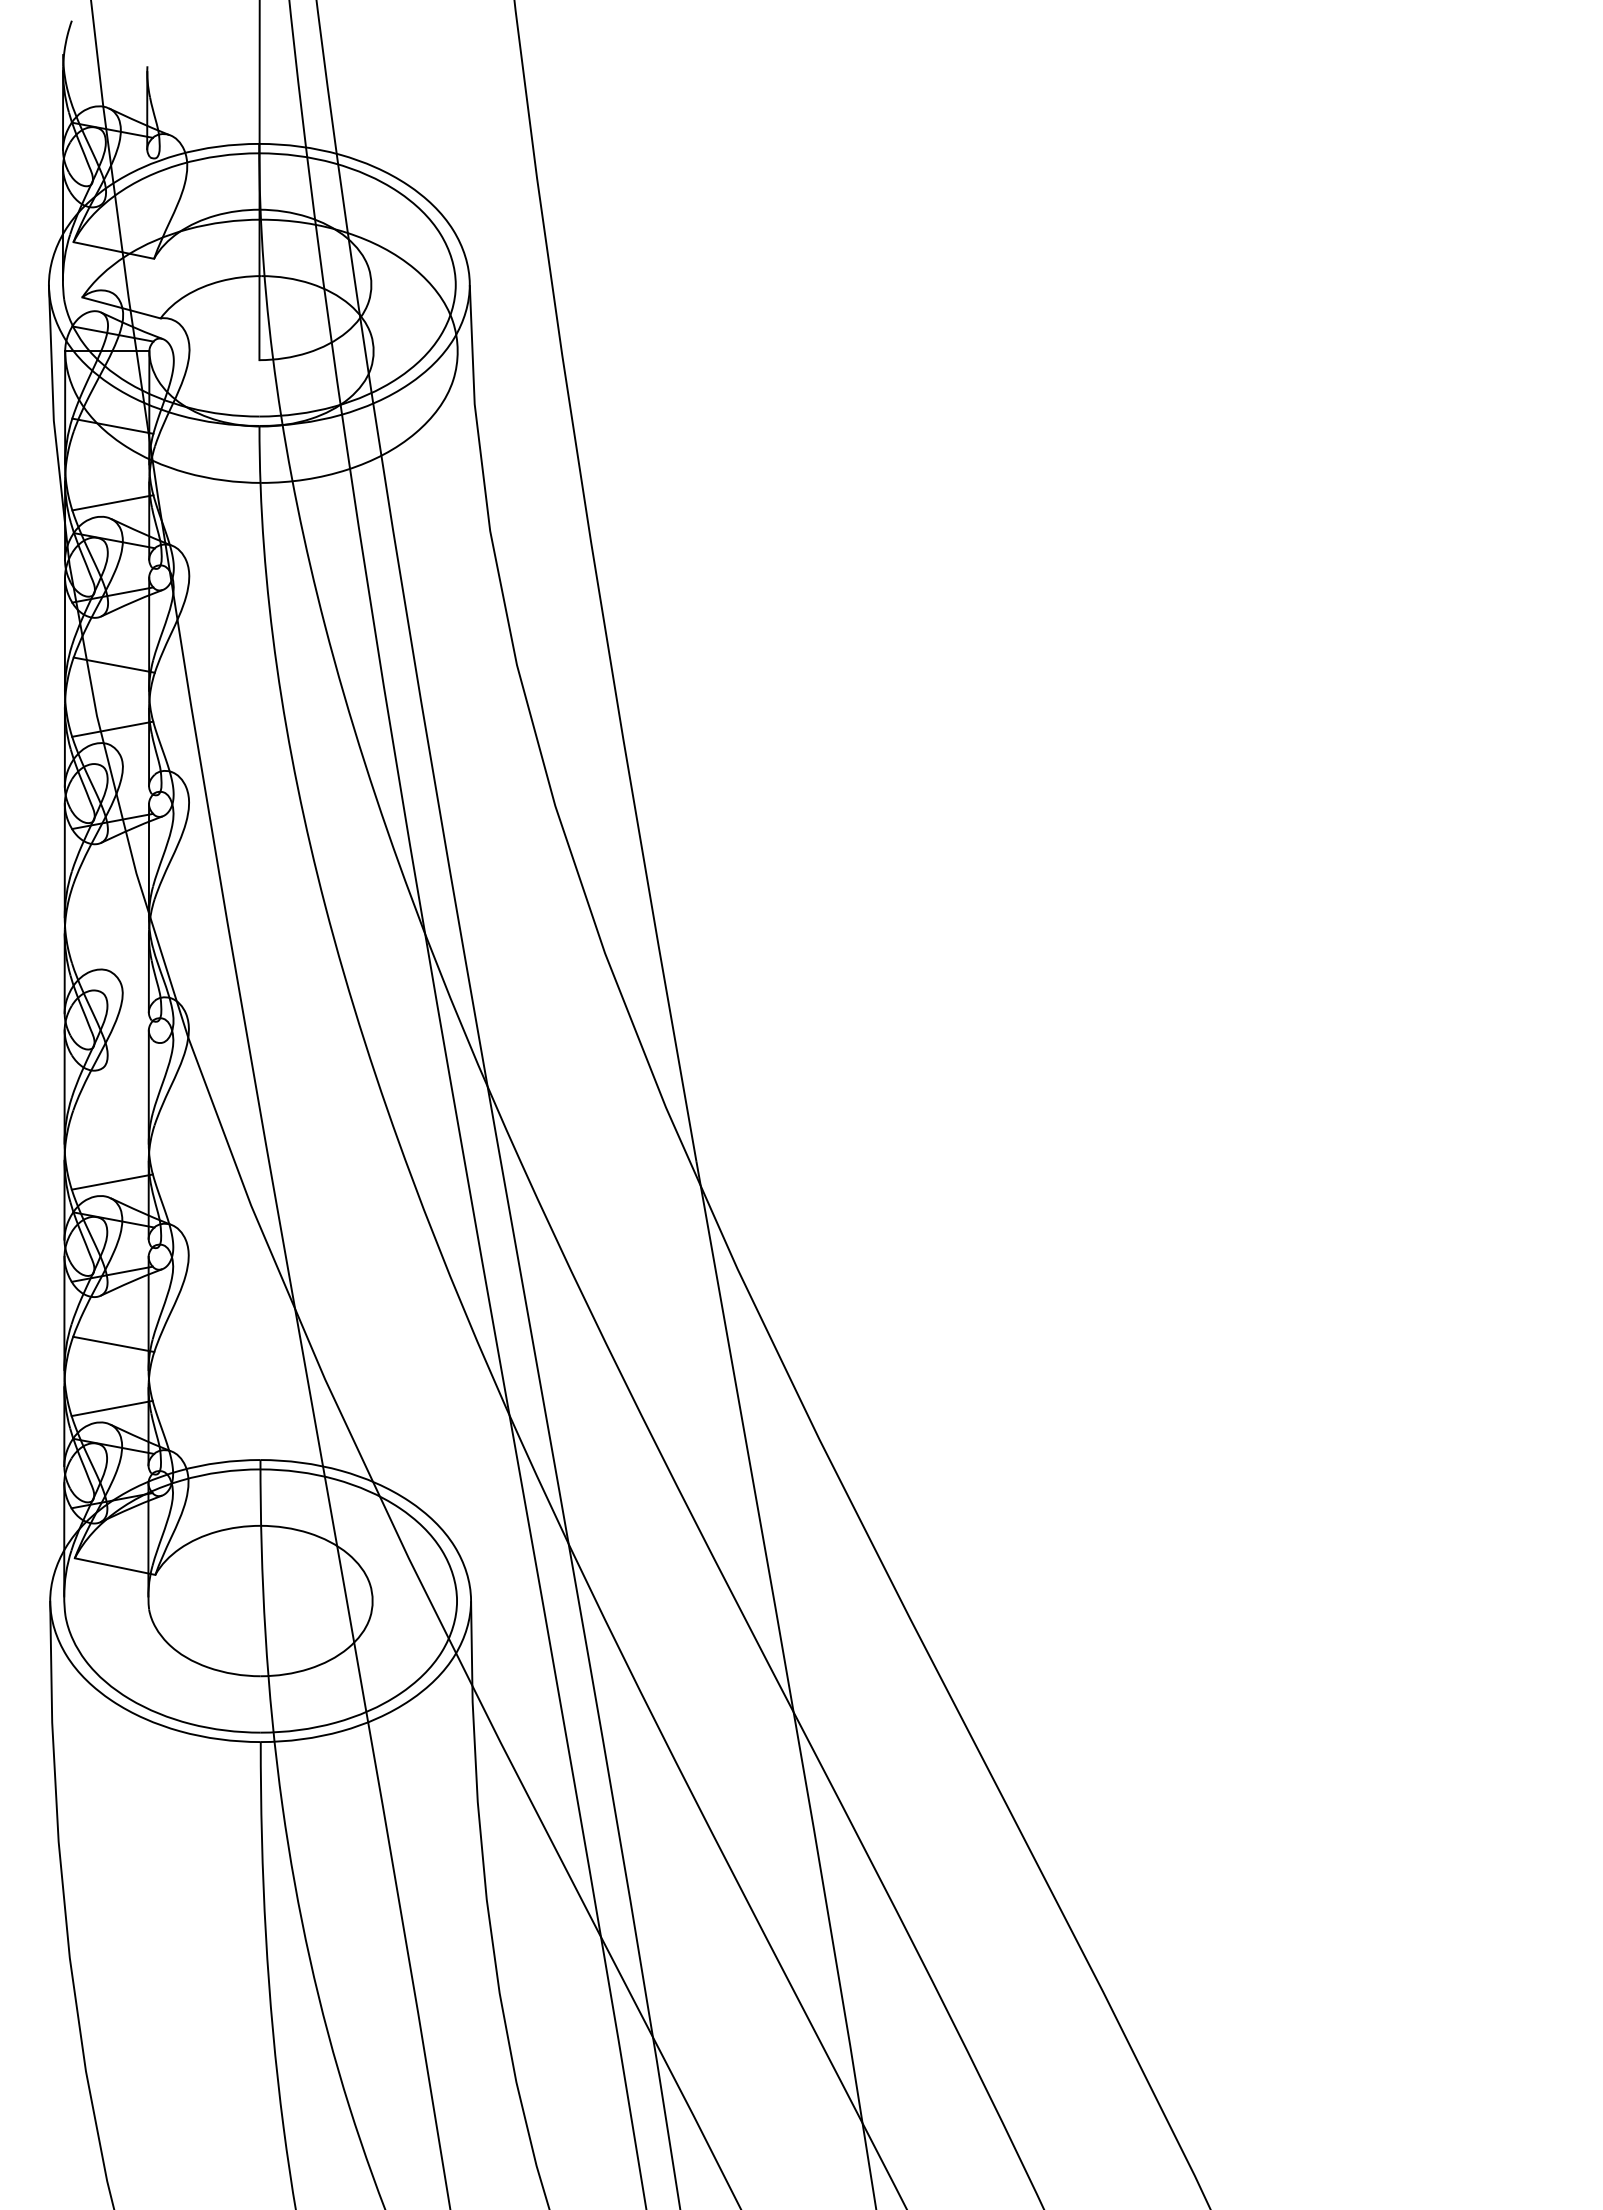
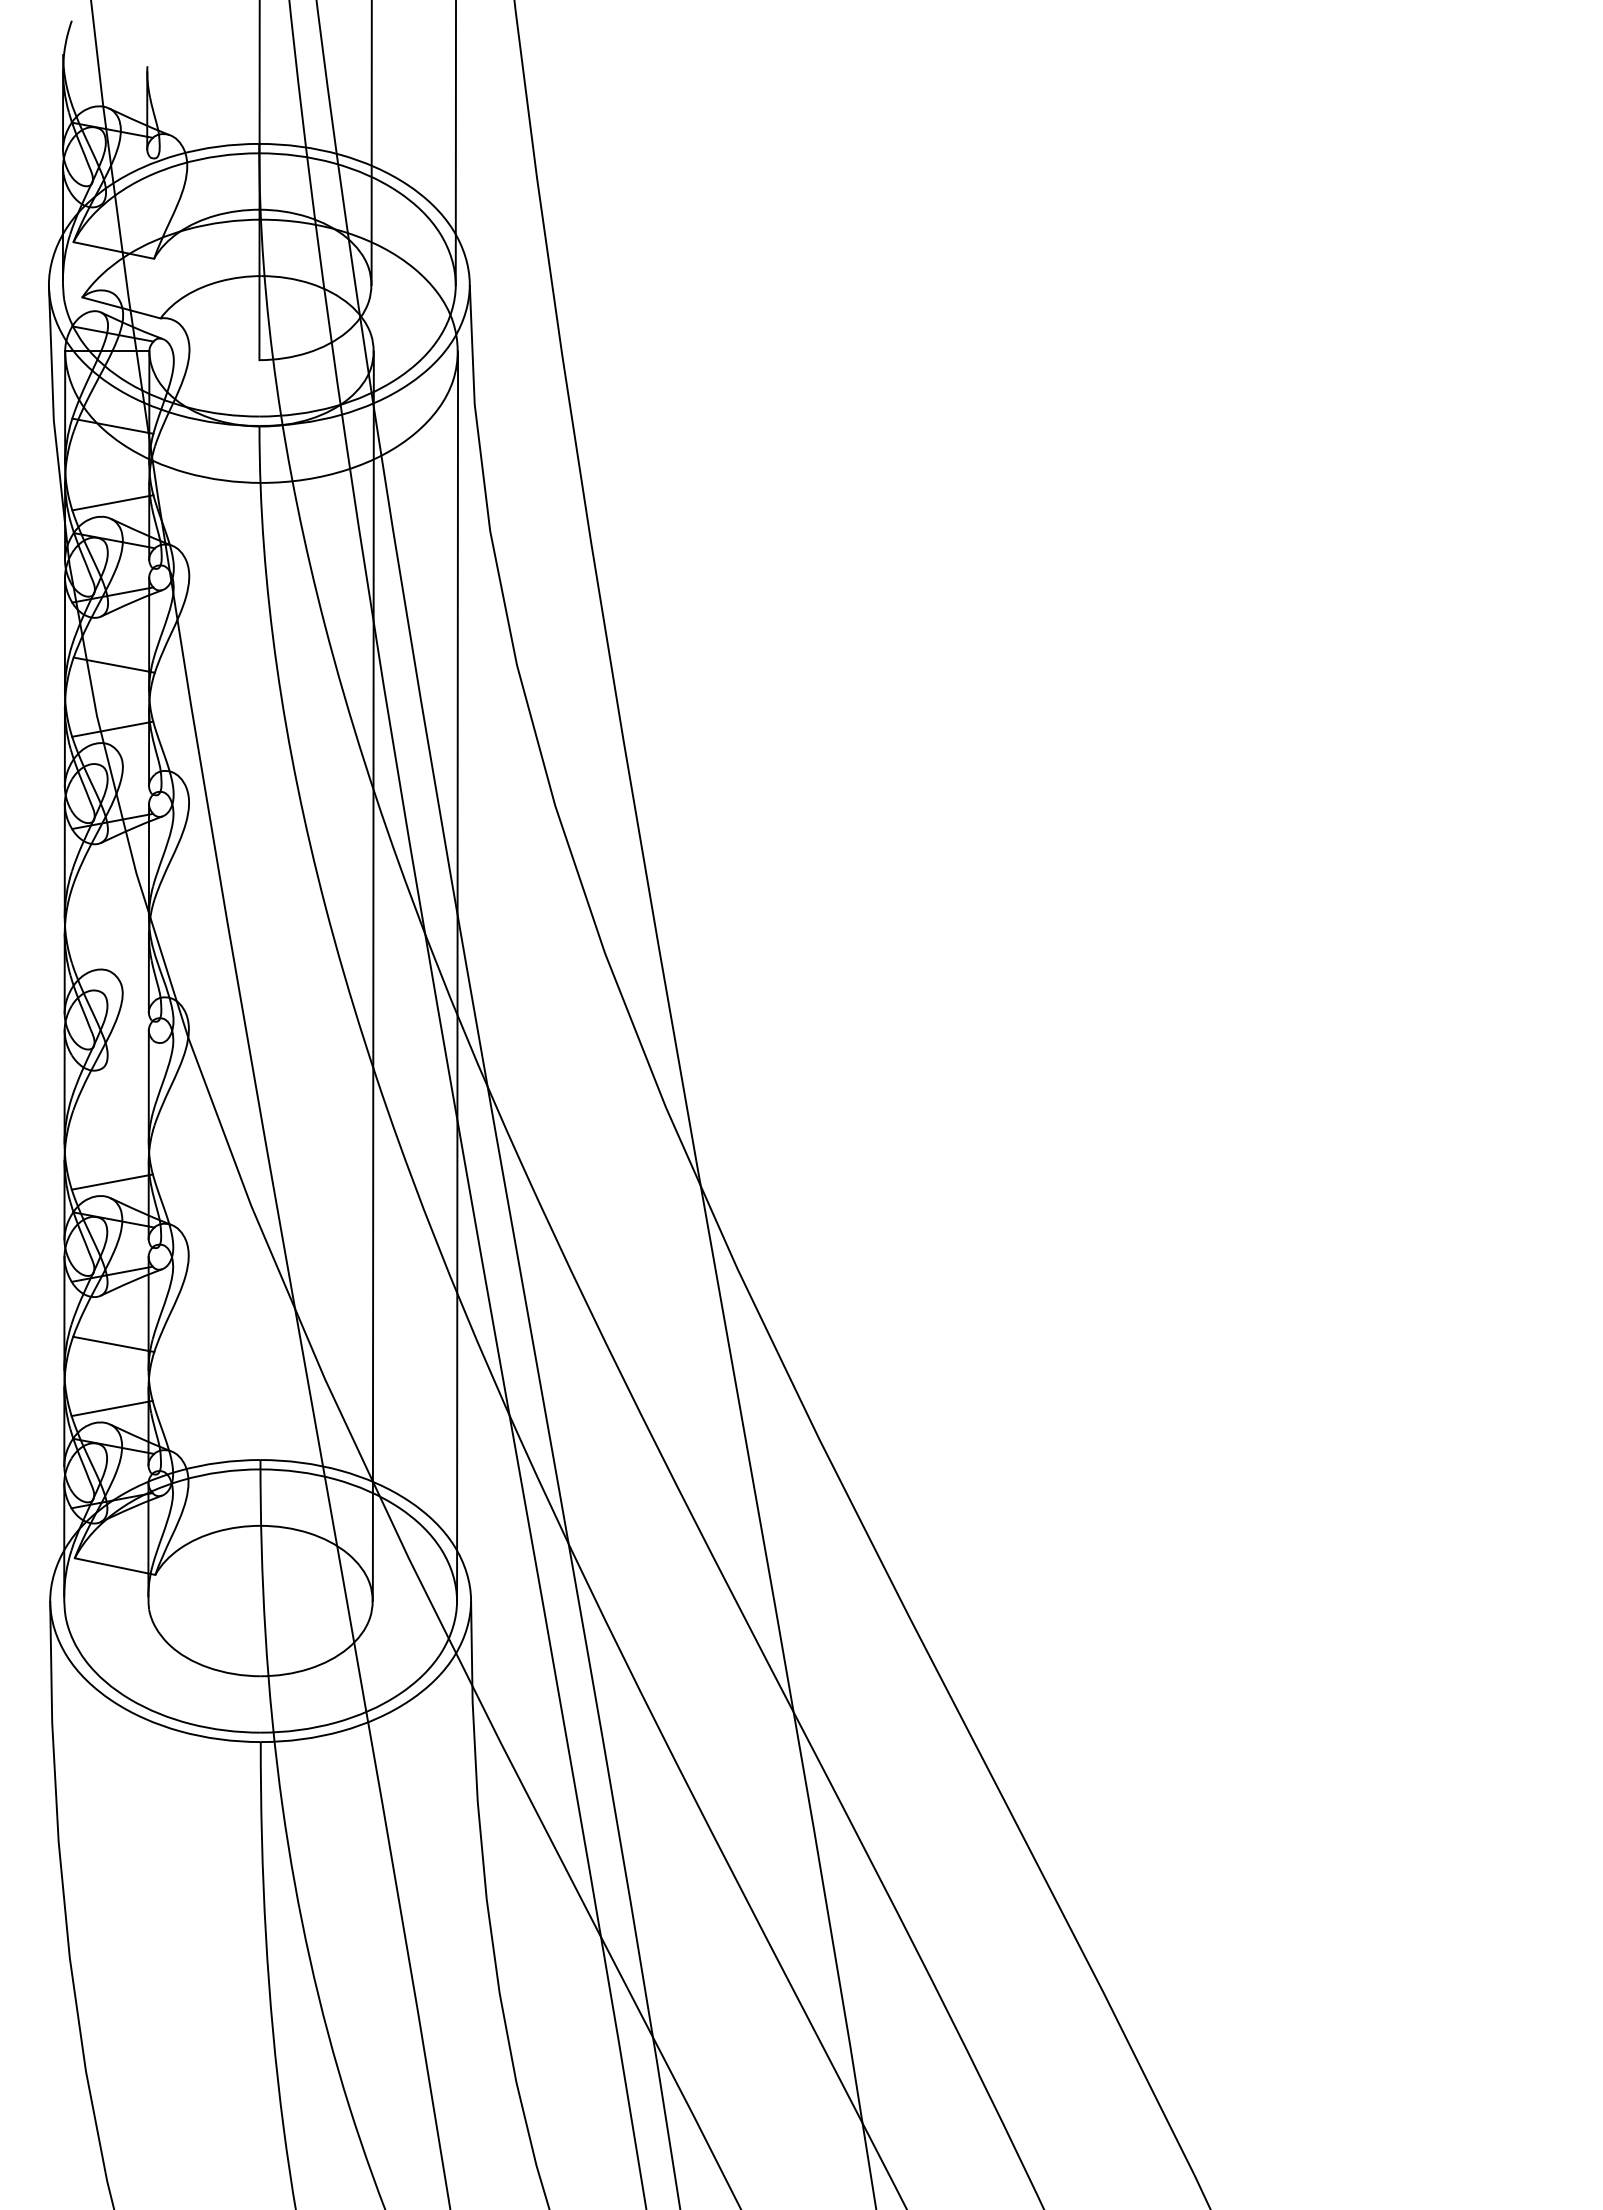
line at (371, 143): none -> present
line at (455, 143): none -> present
line at (372, 976): none -> present
line at (457, 976): none -> present
